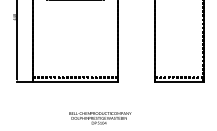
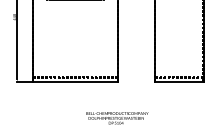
text at (100, 118) position: (100, 118) -> (117, 118)
